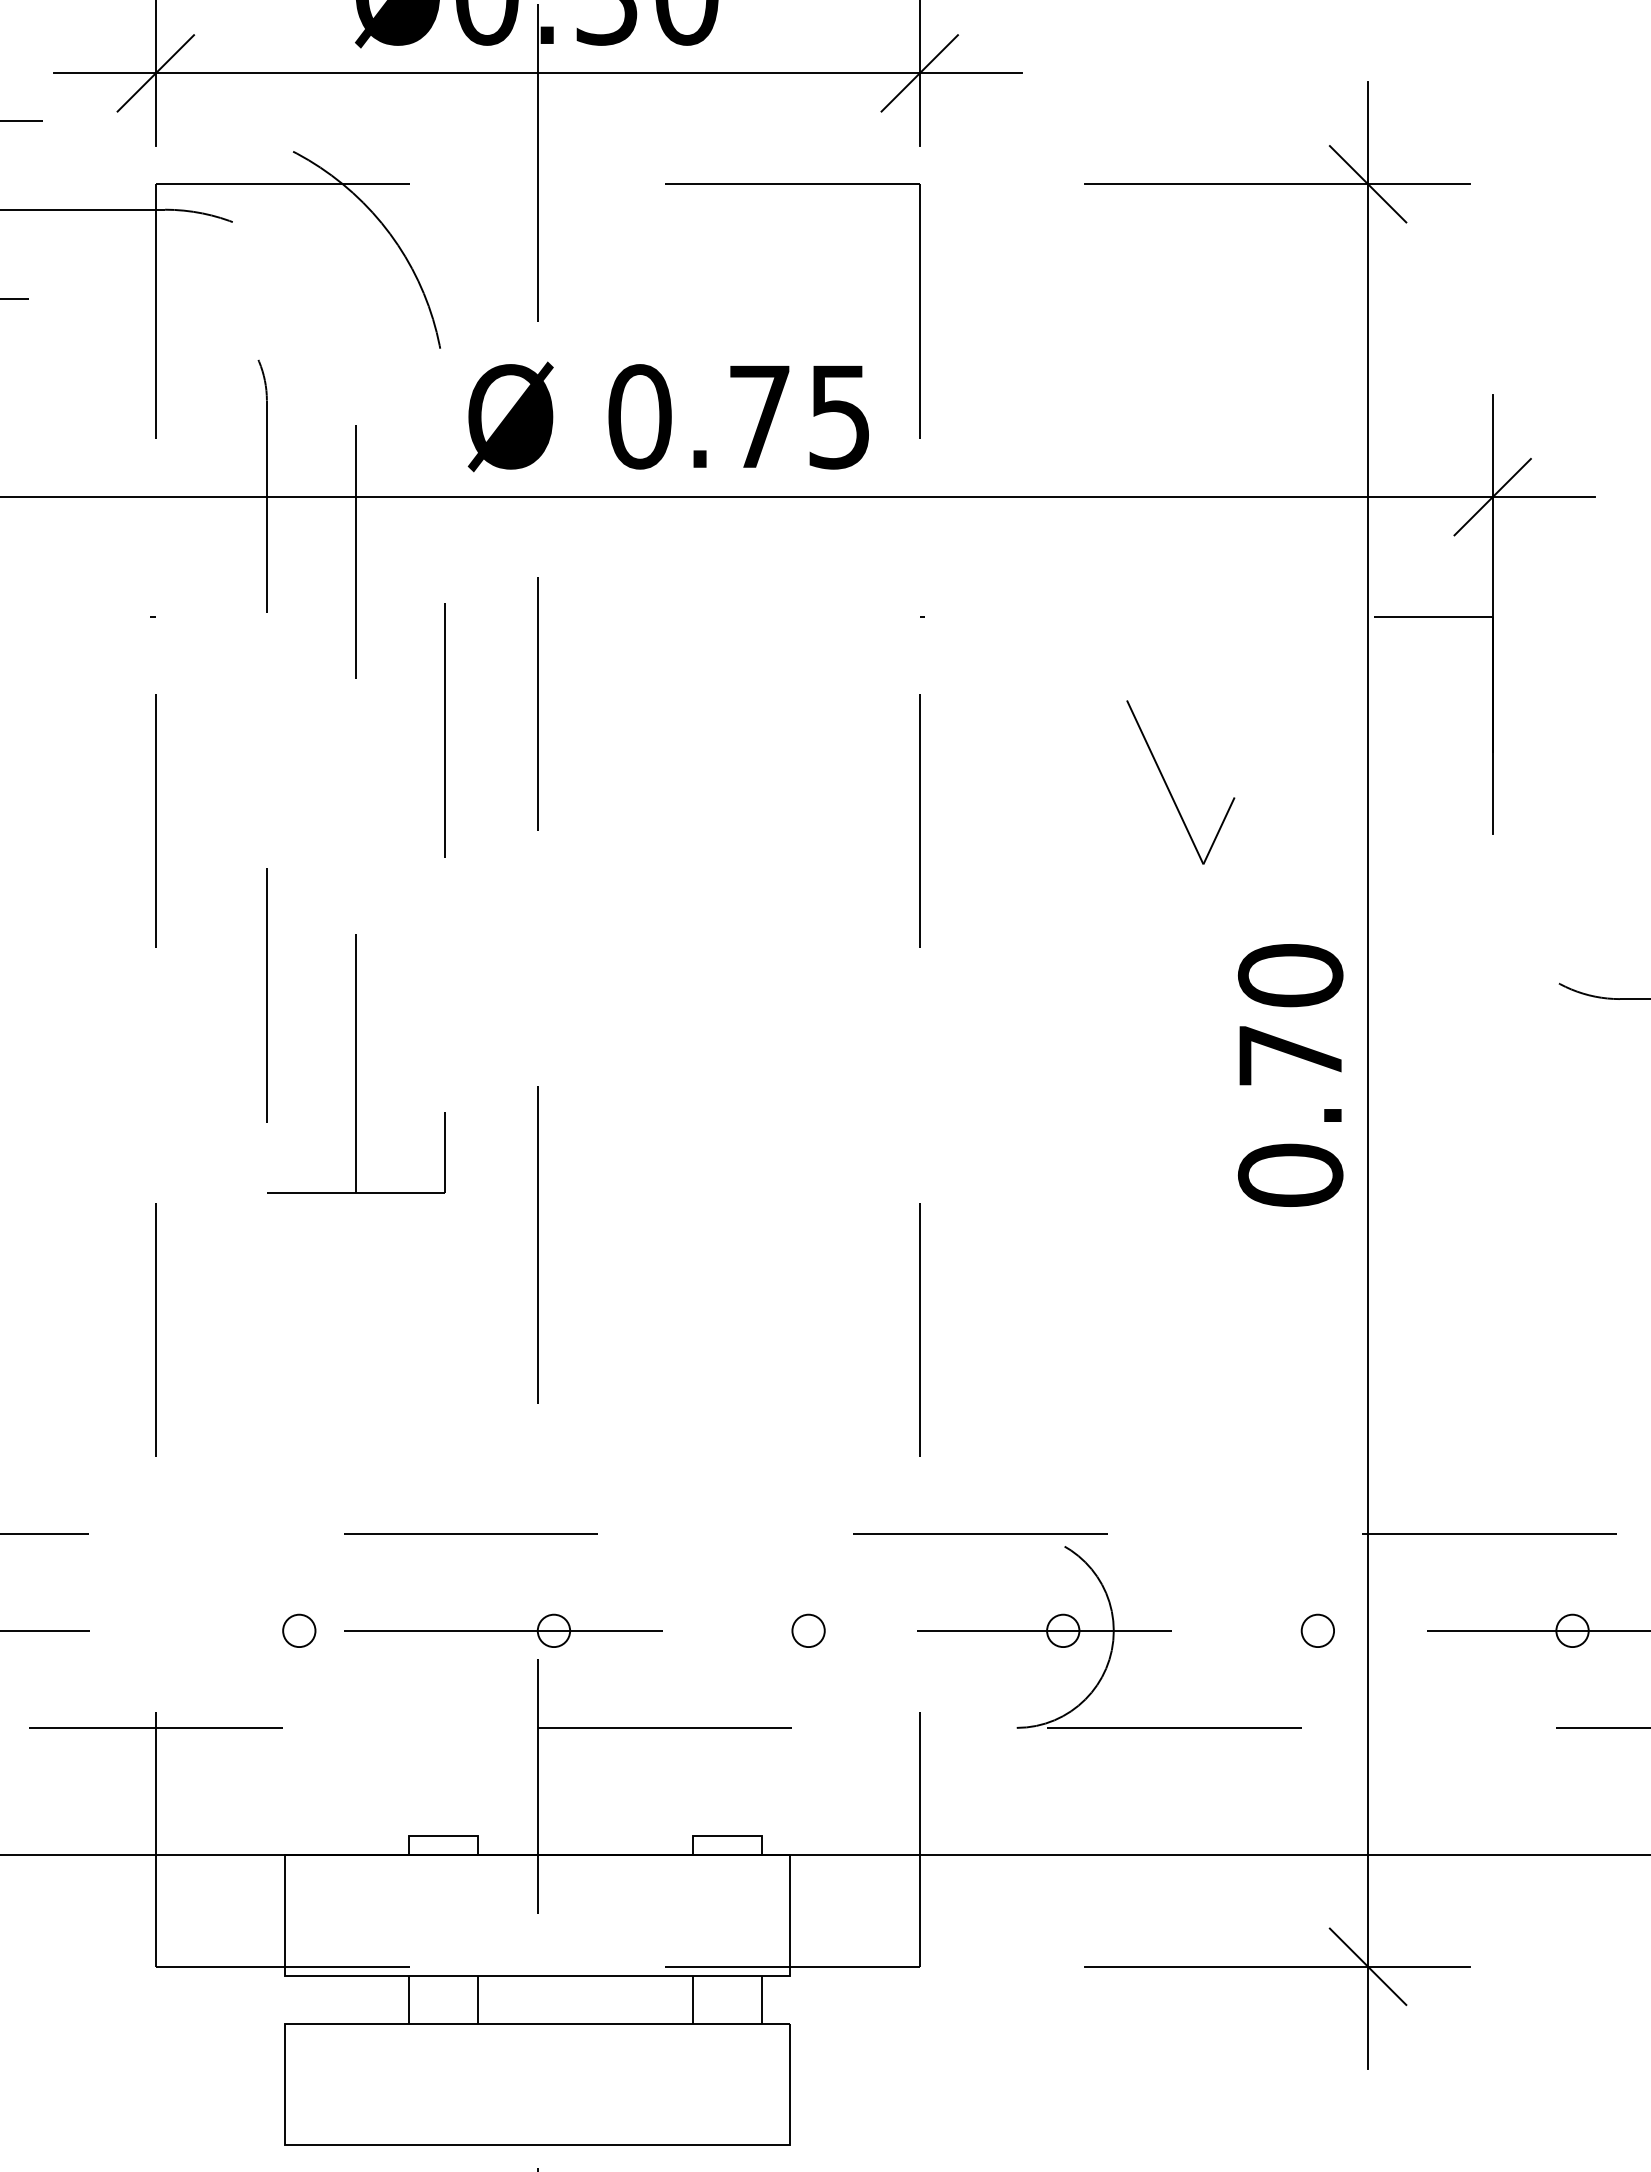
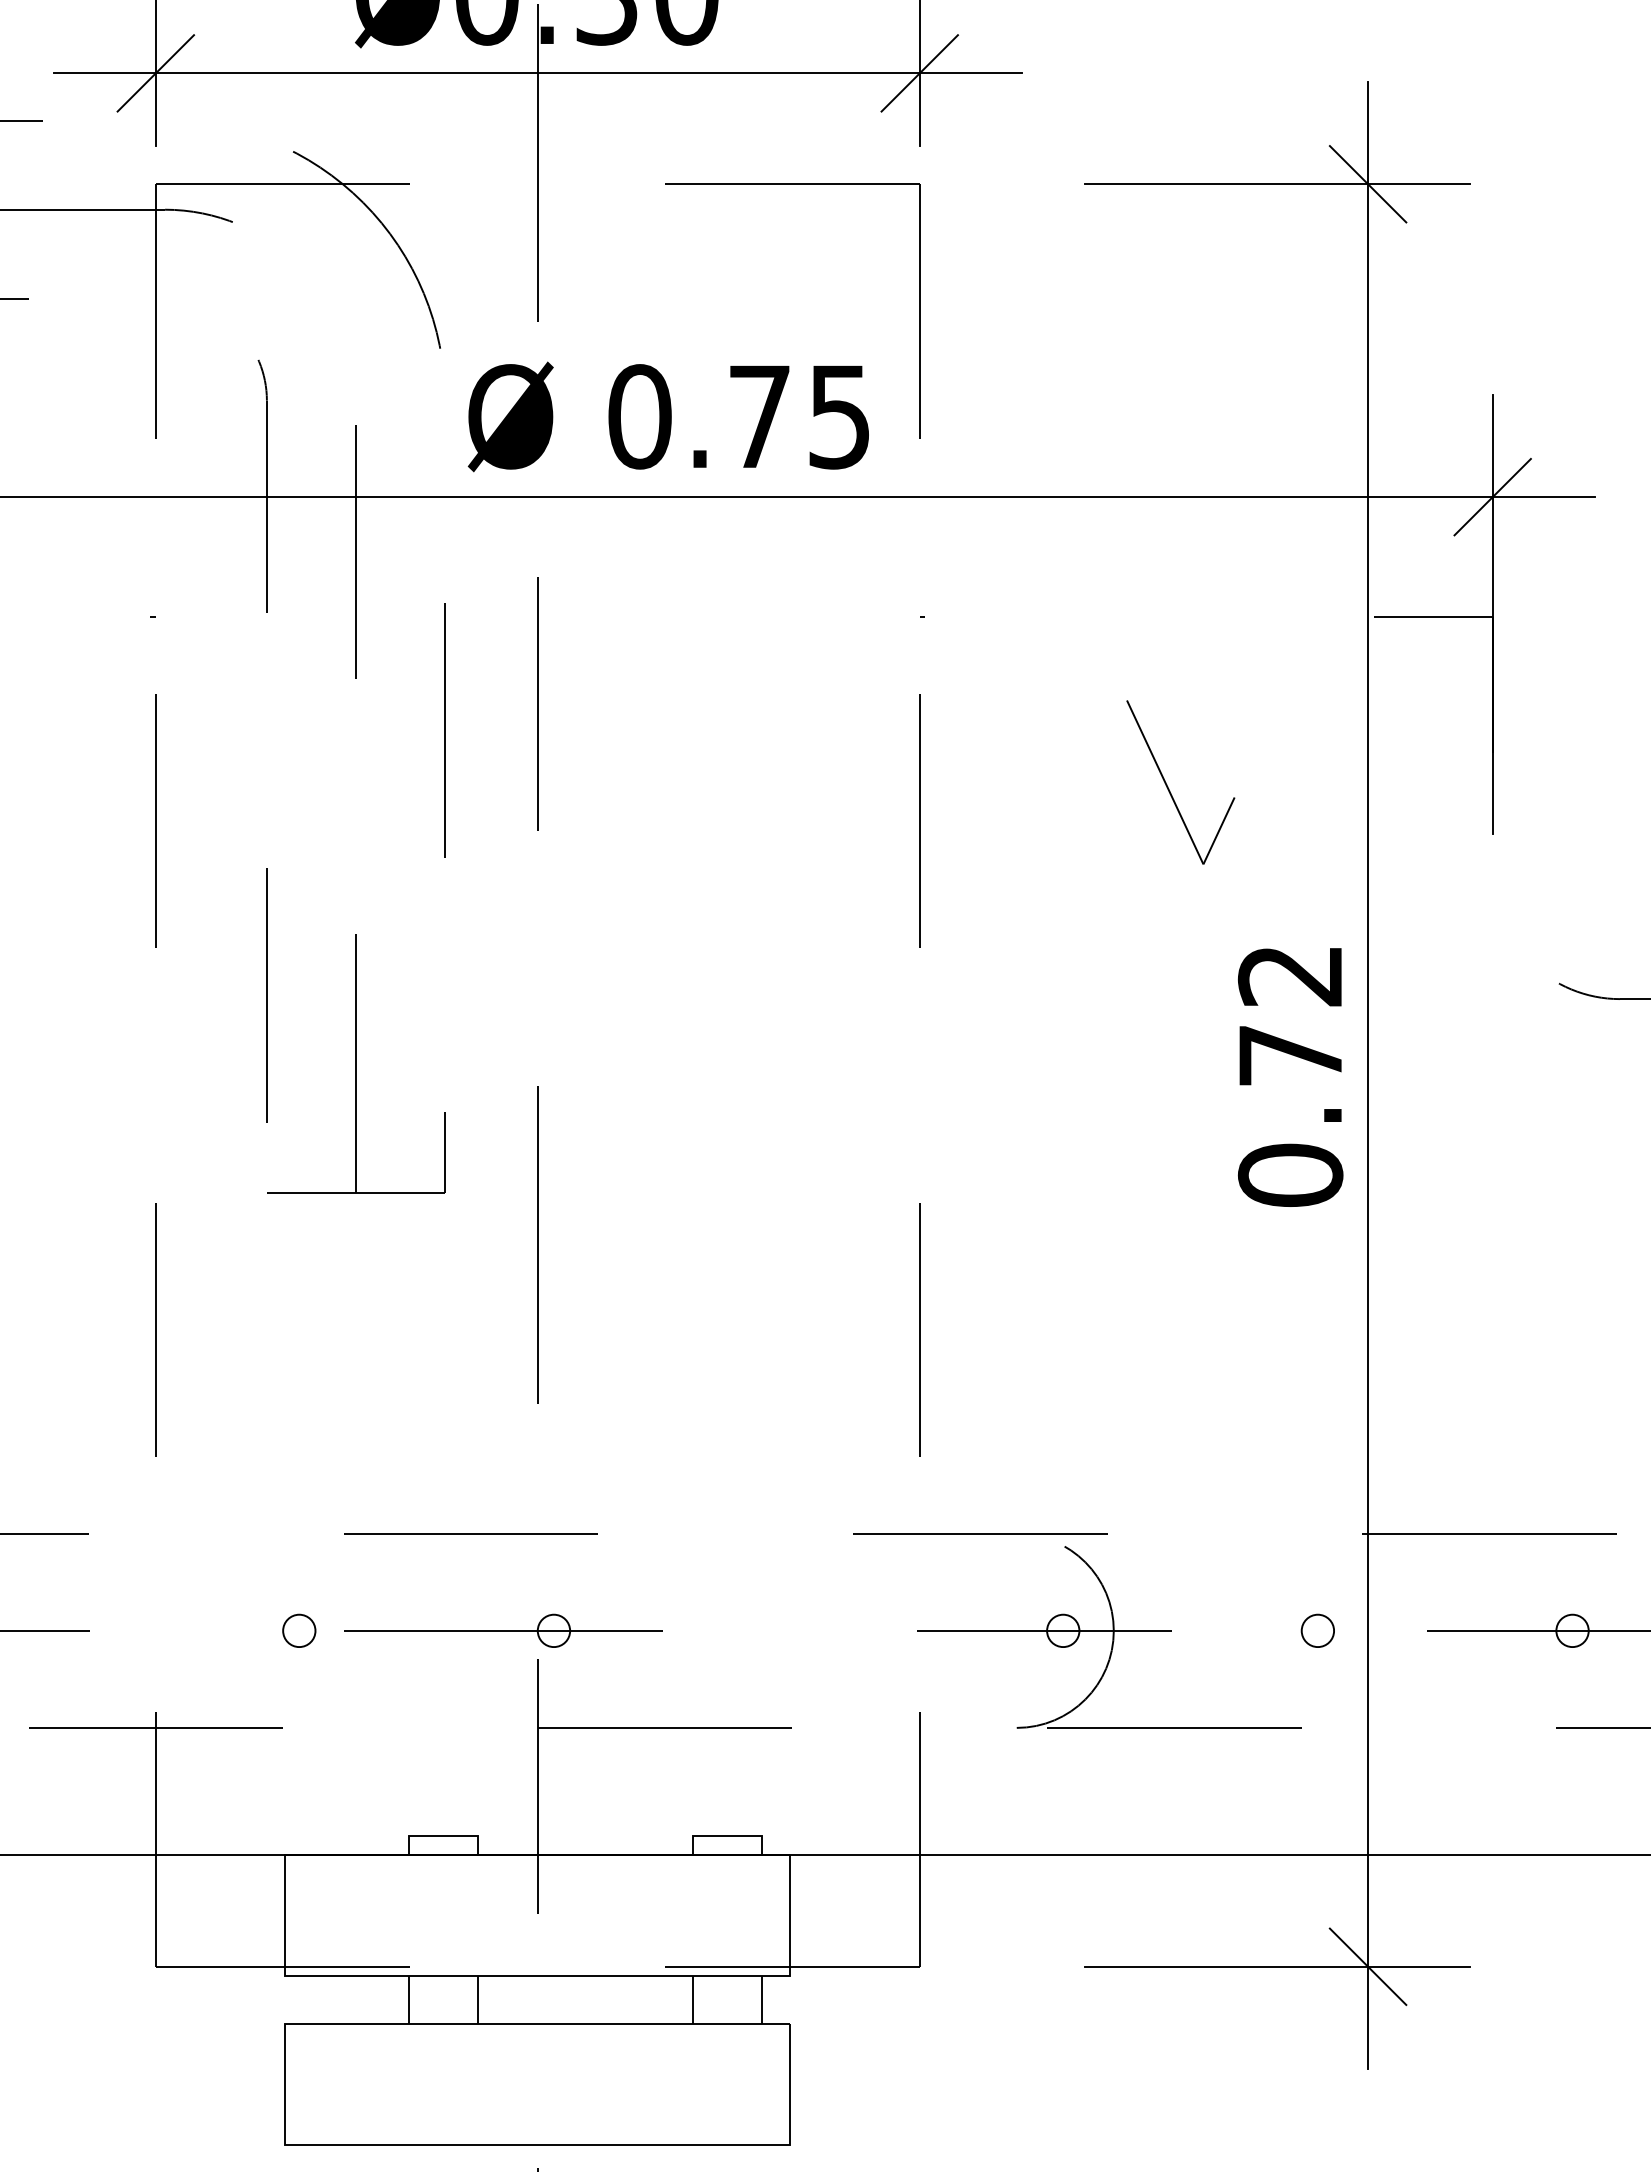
text at (1290, 975): 0.70 -> 0.72
circle at (808, 1630): present -> none
